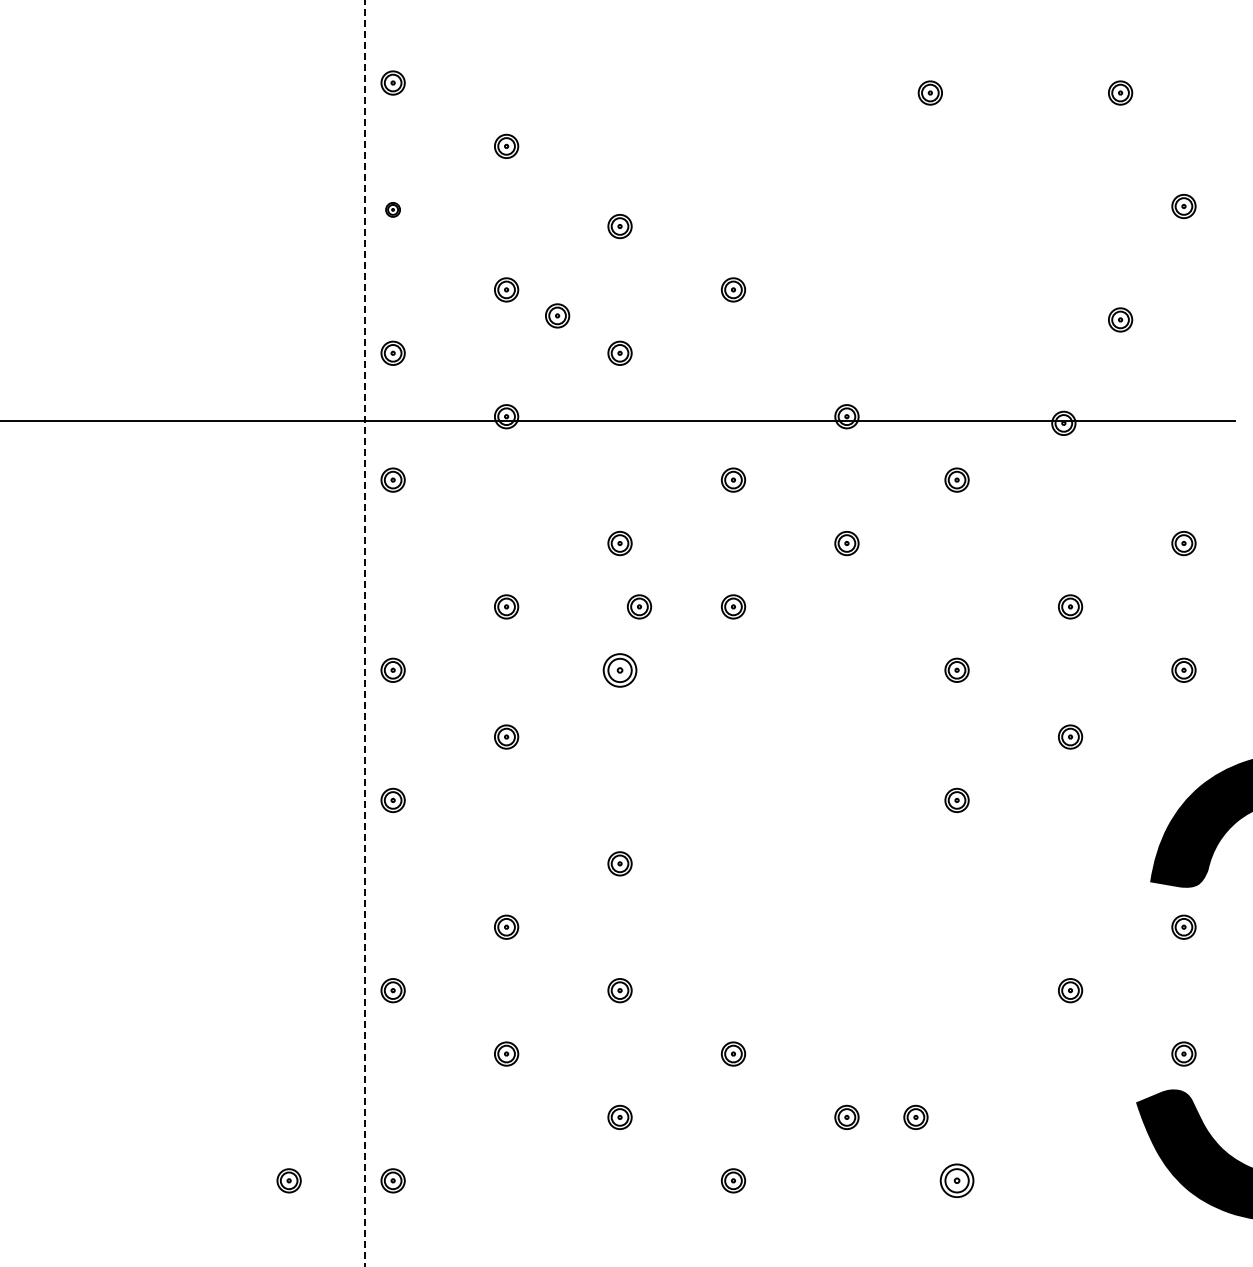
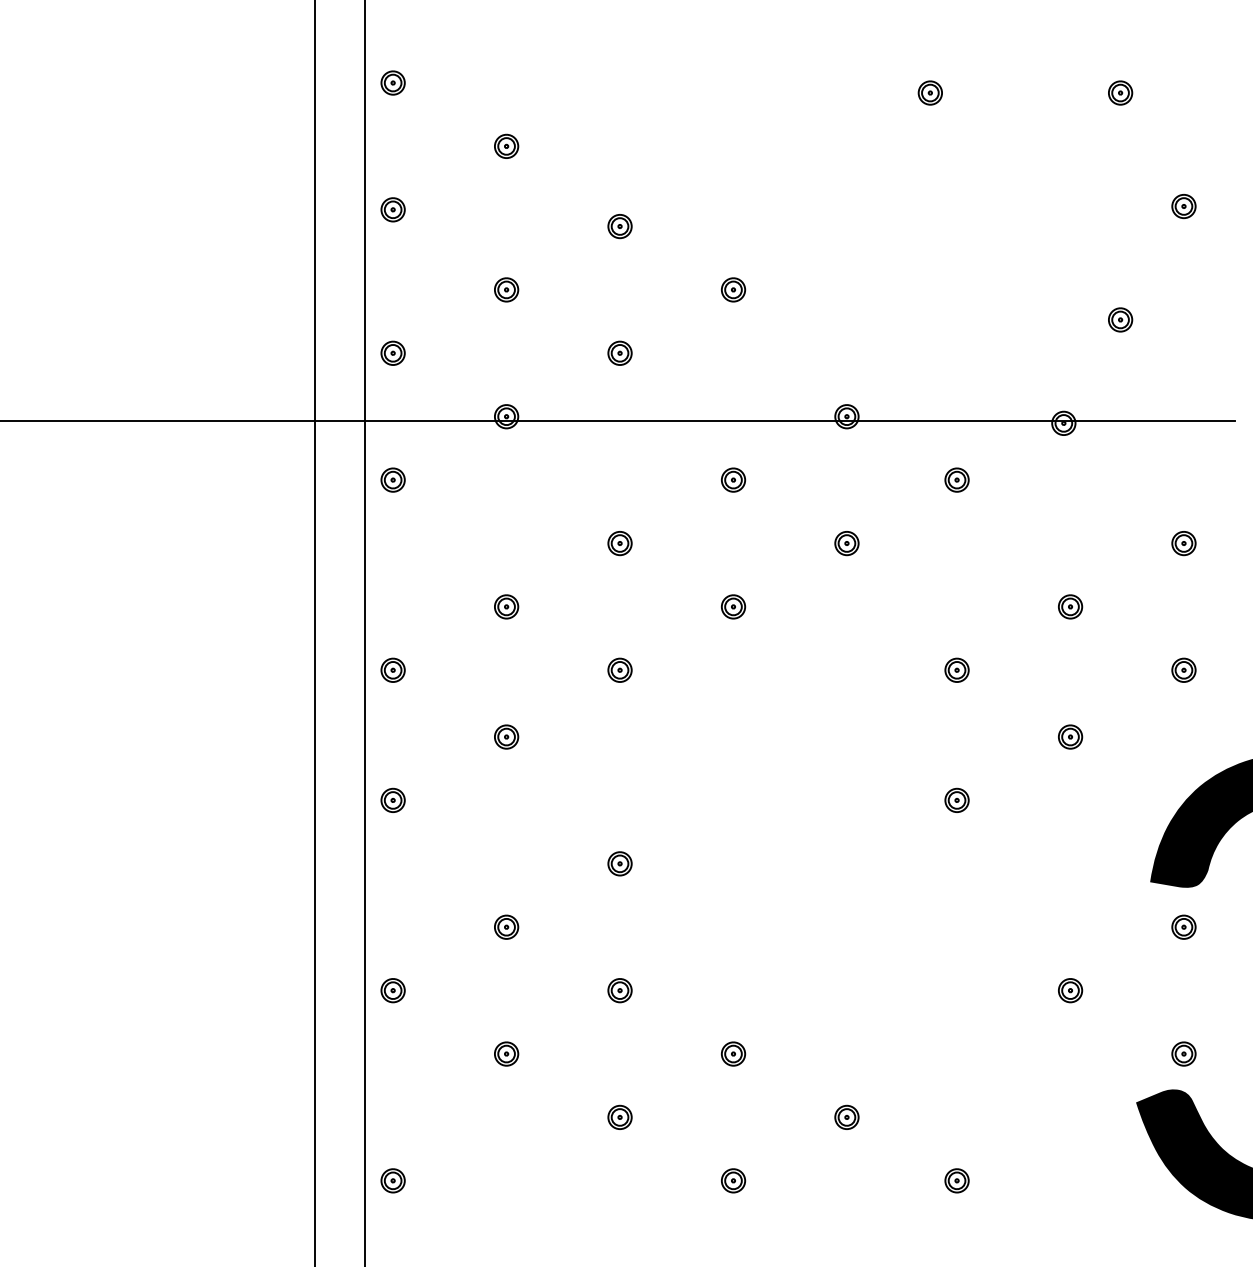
part at (392, 209) size: 16x16 px -> 26x26 px
part at (557, 315): present -> none
part at (639, 606): present -> none
line at (314, 632): none -> present
line at (364, 633): dashed -> solid
part at (619, 670) size: 36x35 px -> 26x26 px
part at (915, 1116): present -> none
part at (288, 1180): present -> none
part at (956, 1180) size: 36x35 px -> 26x26 px
